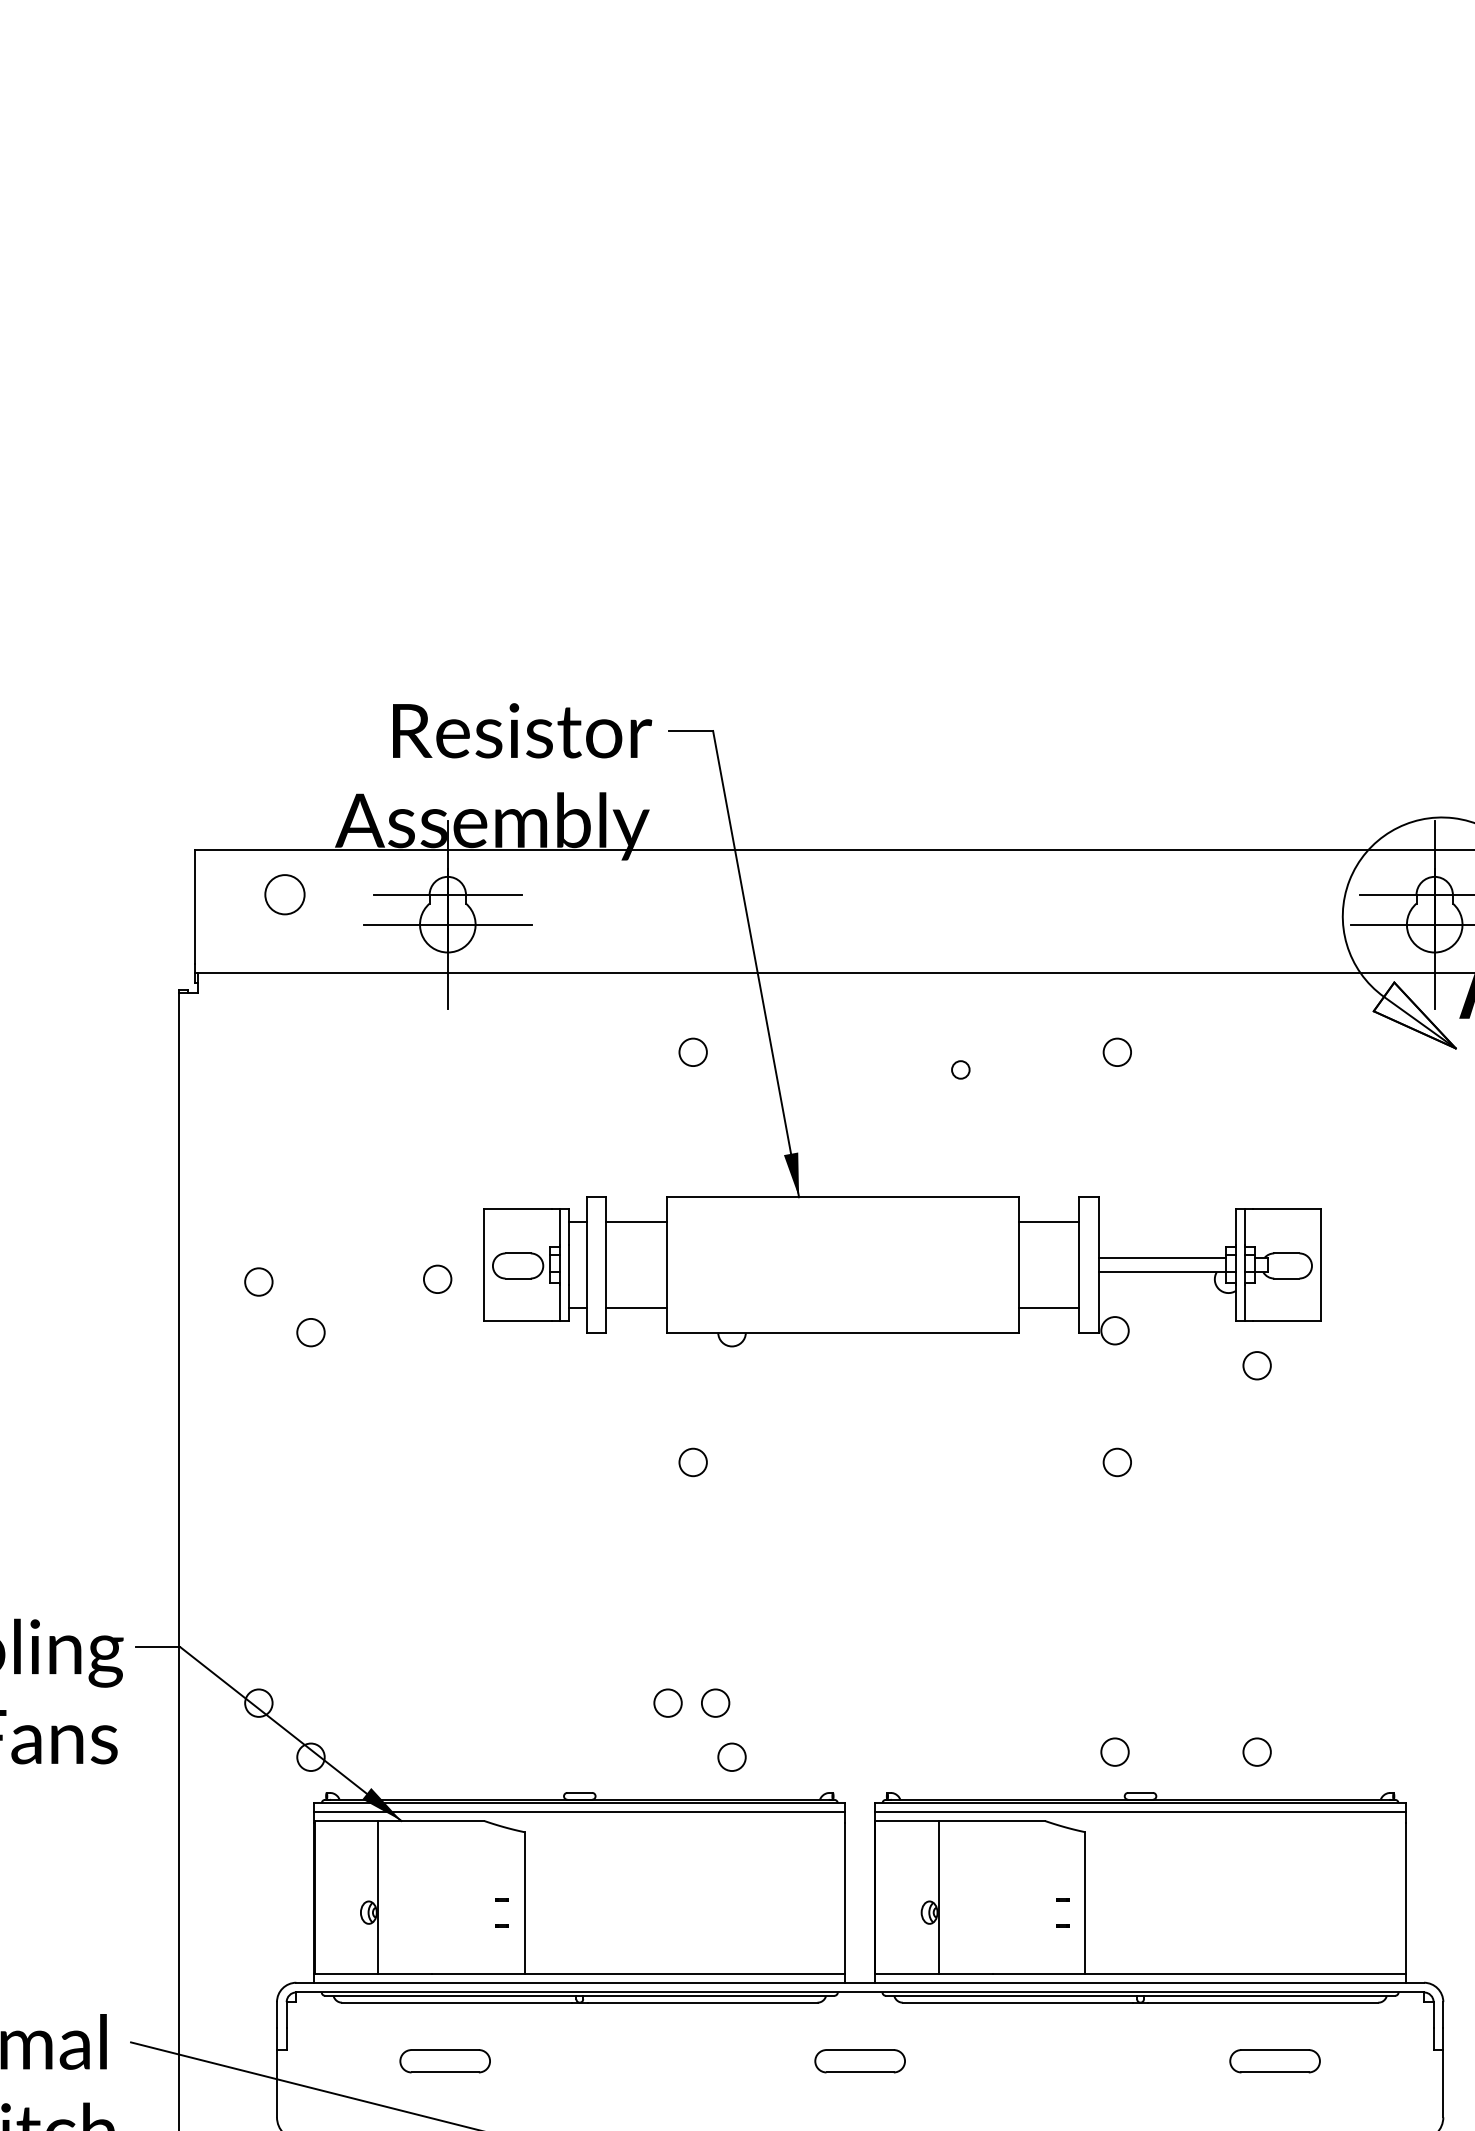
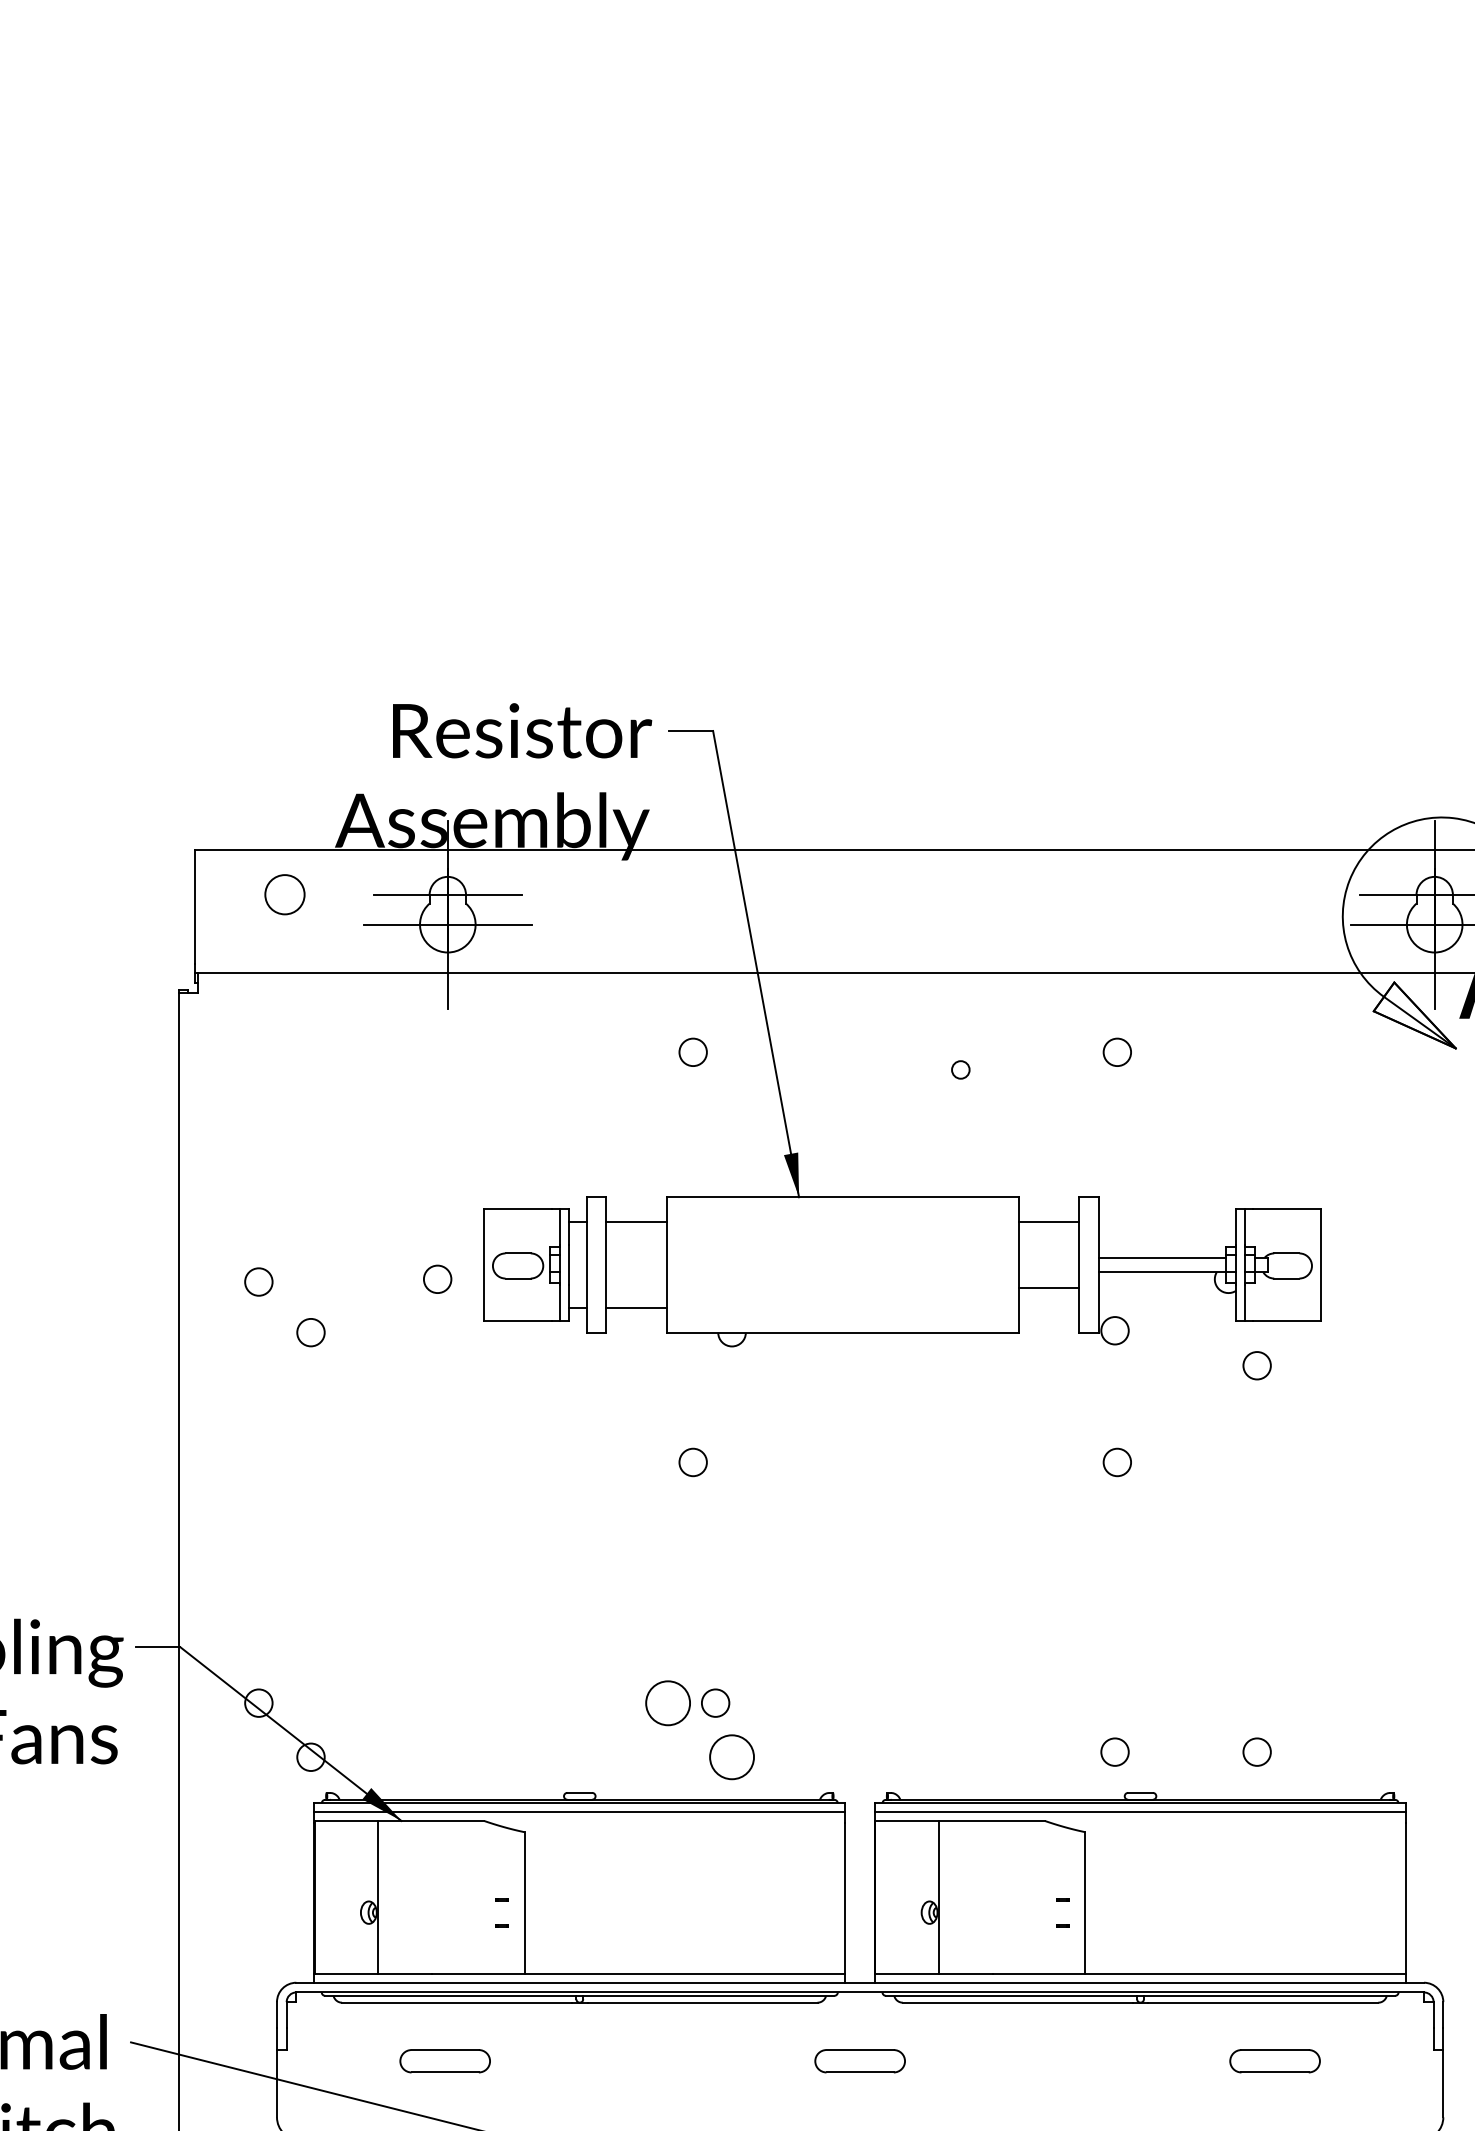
line at (1049, 1308) position: (1049, 1308) -> (1049, 1288)
circle at (667, 1702) size: 30x30 px -> 46x47 px
circle at (731, 1757) diameter: 27 px -> 44 px
